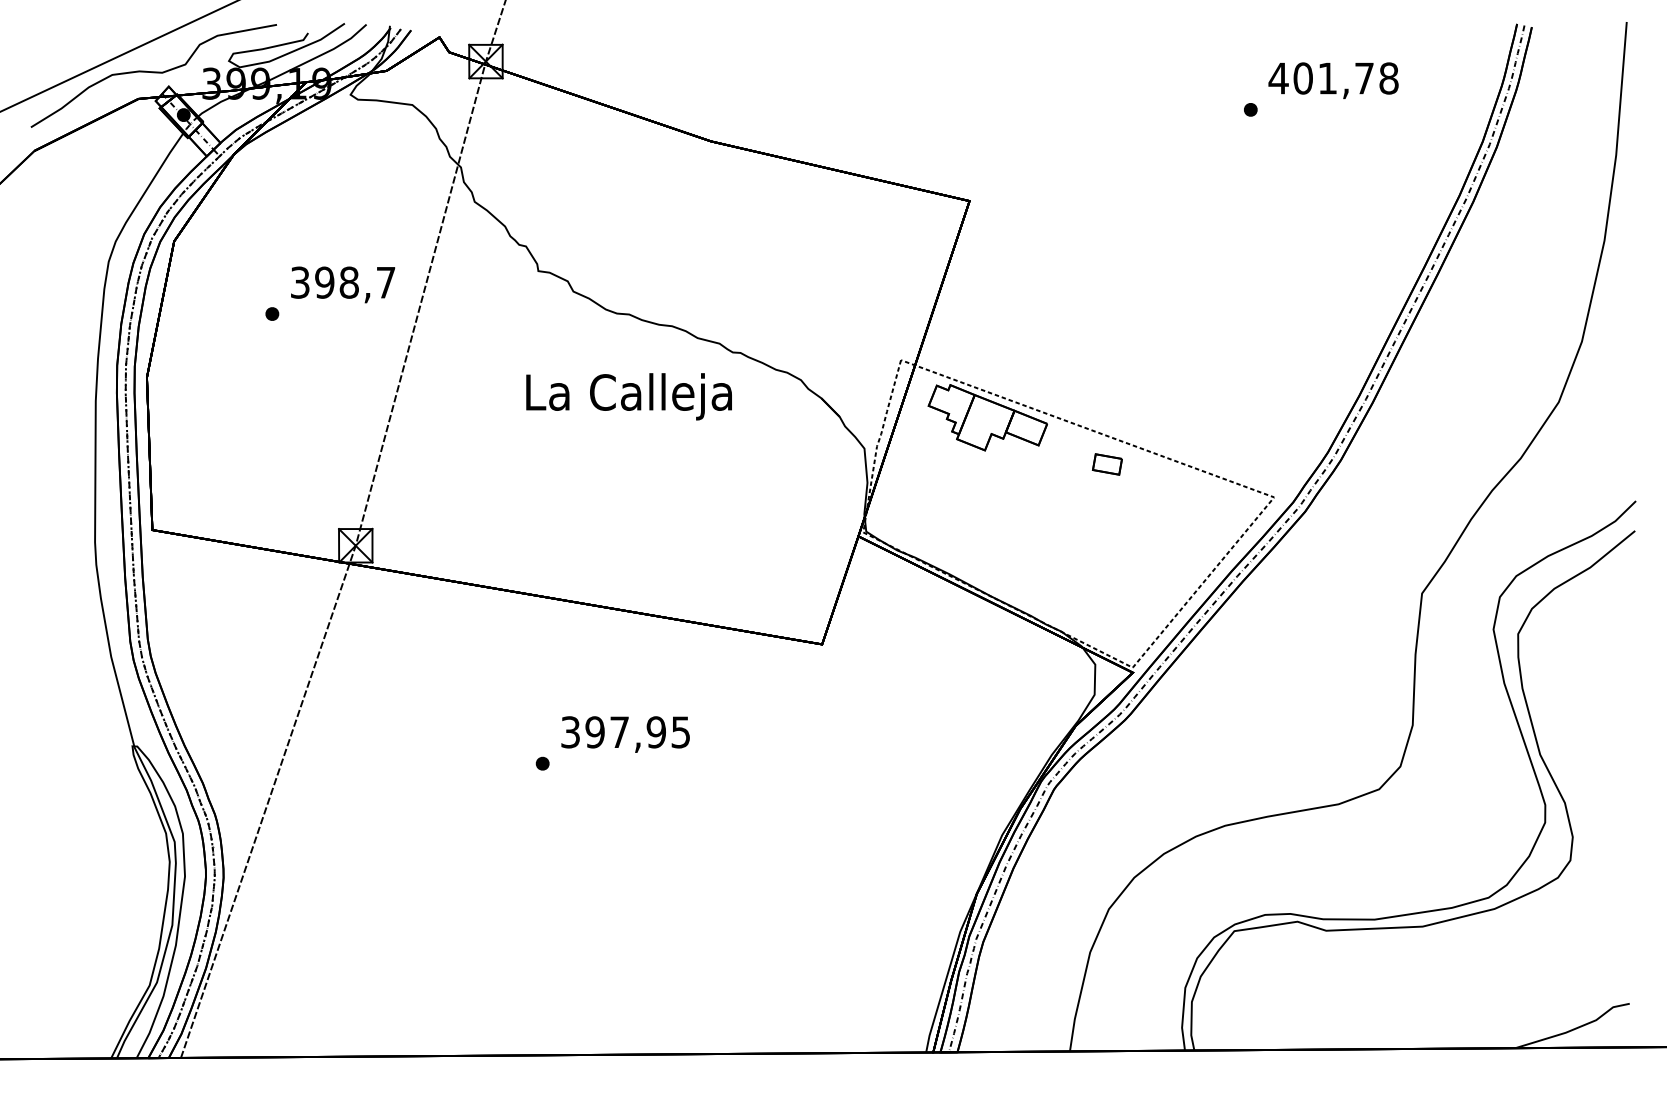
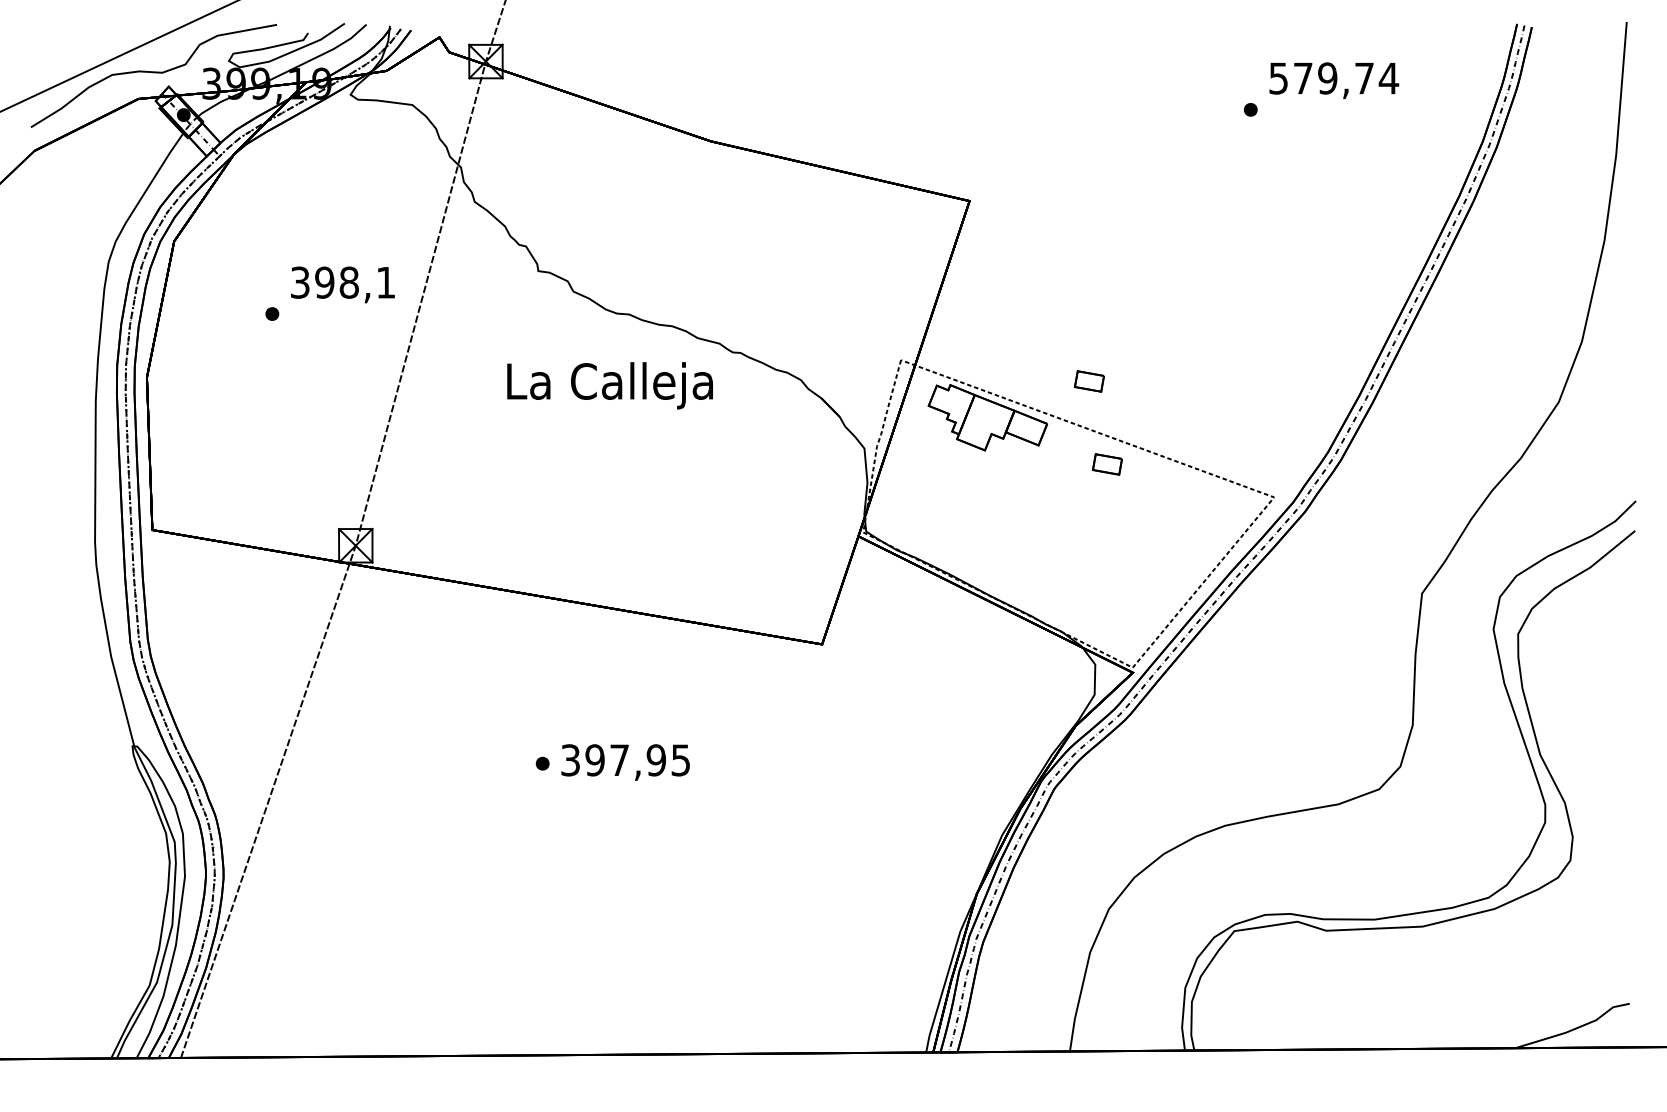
text at (1333, 78): 401,78 -> 579,74
text at (386, 282): 398,7 -> 398,1
part at (1089, 381): none -> present
text at (628, 396) position: (628, 396) -> (609, 385)
text at (625, 734) position: (625, 734) -> (625, 762)
